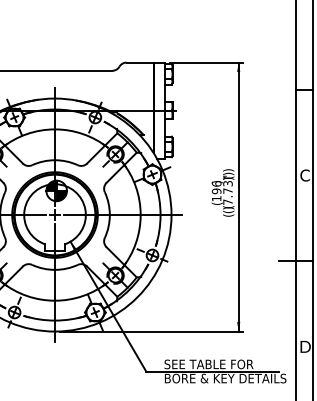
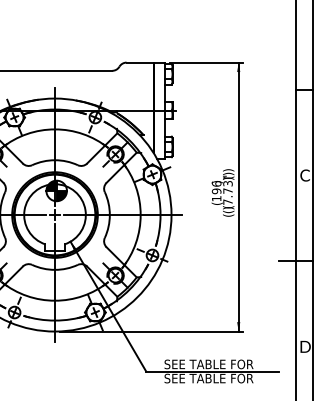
text at (225, 378): BORE & KEY DETAILS -> SEE TABLE FOR
